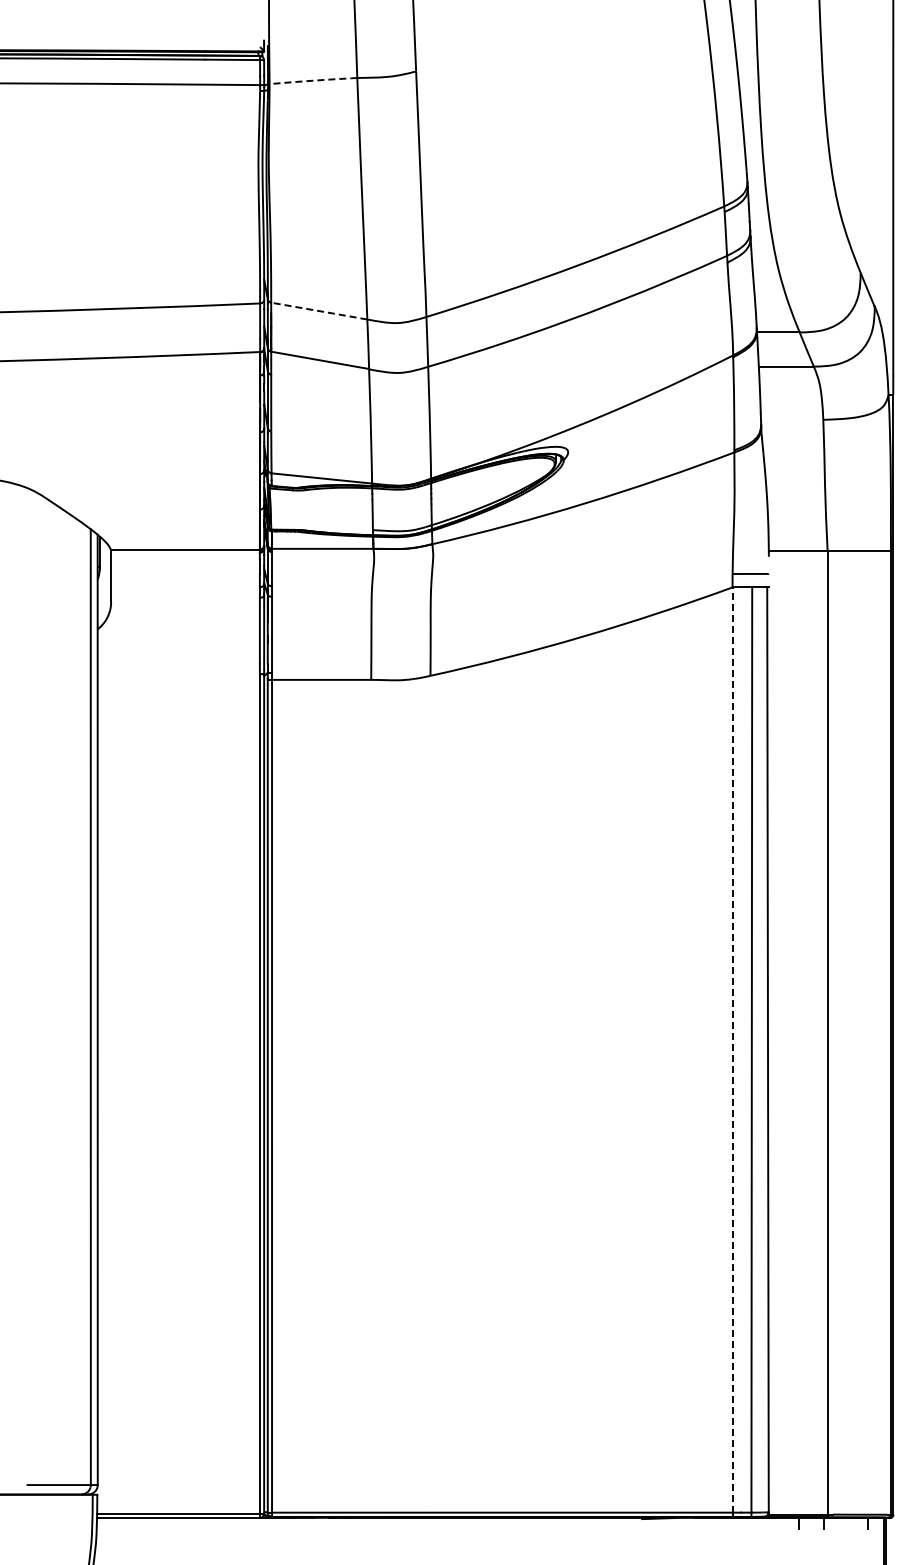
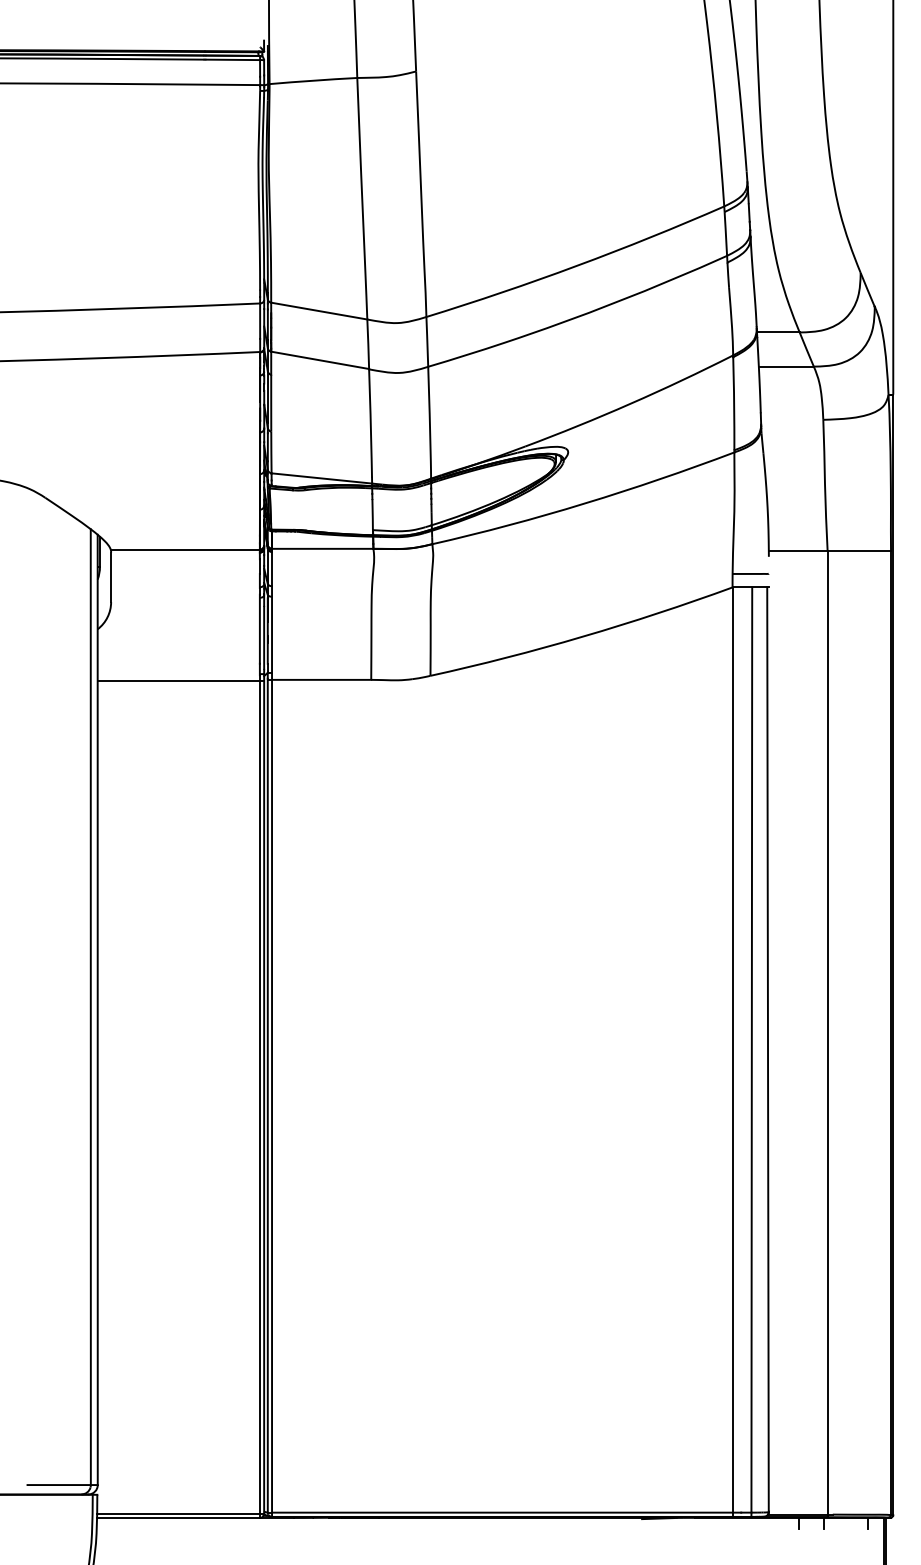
arc at (313, 80): dashed -> solid
line at (319, 311): dashed -> solid
line at (180, 680): none -> present
line at (732, 1050): dashed -> solid
